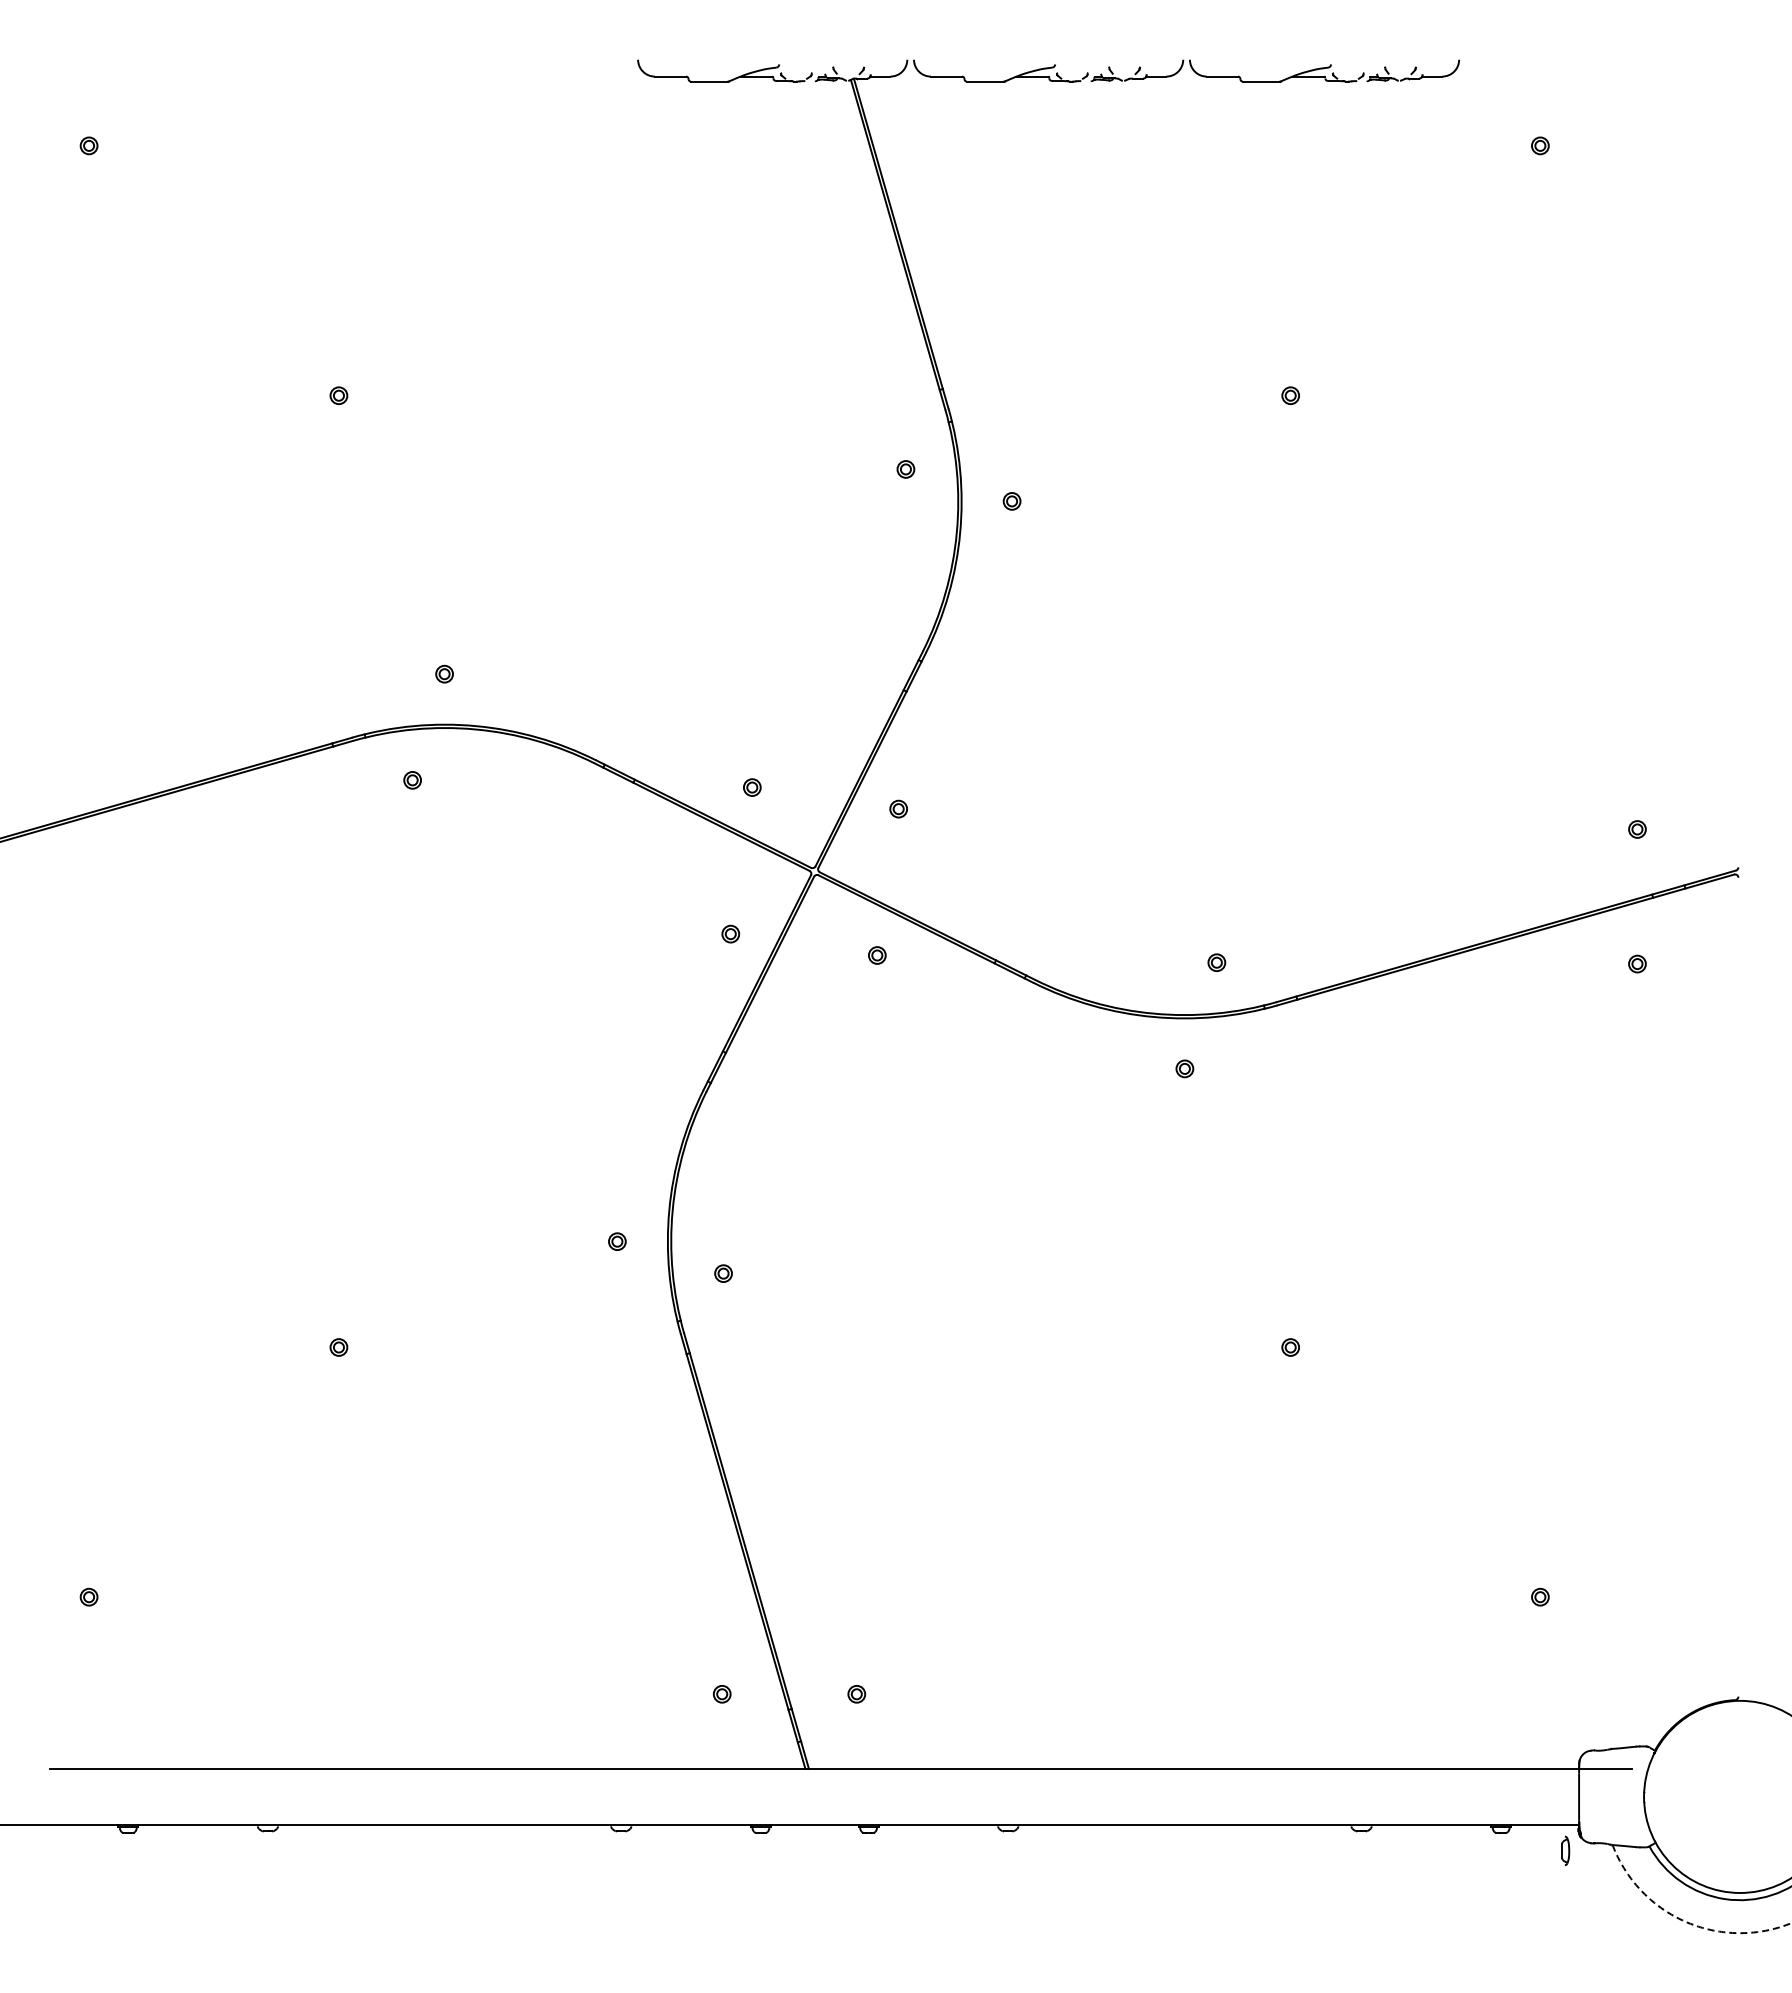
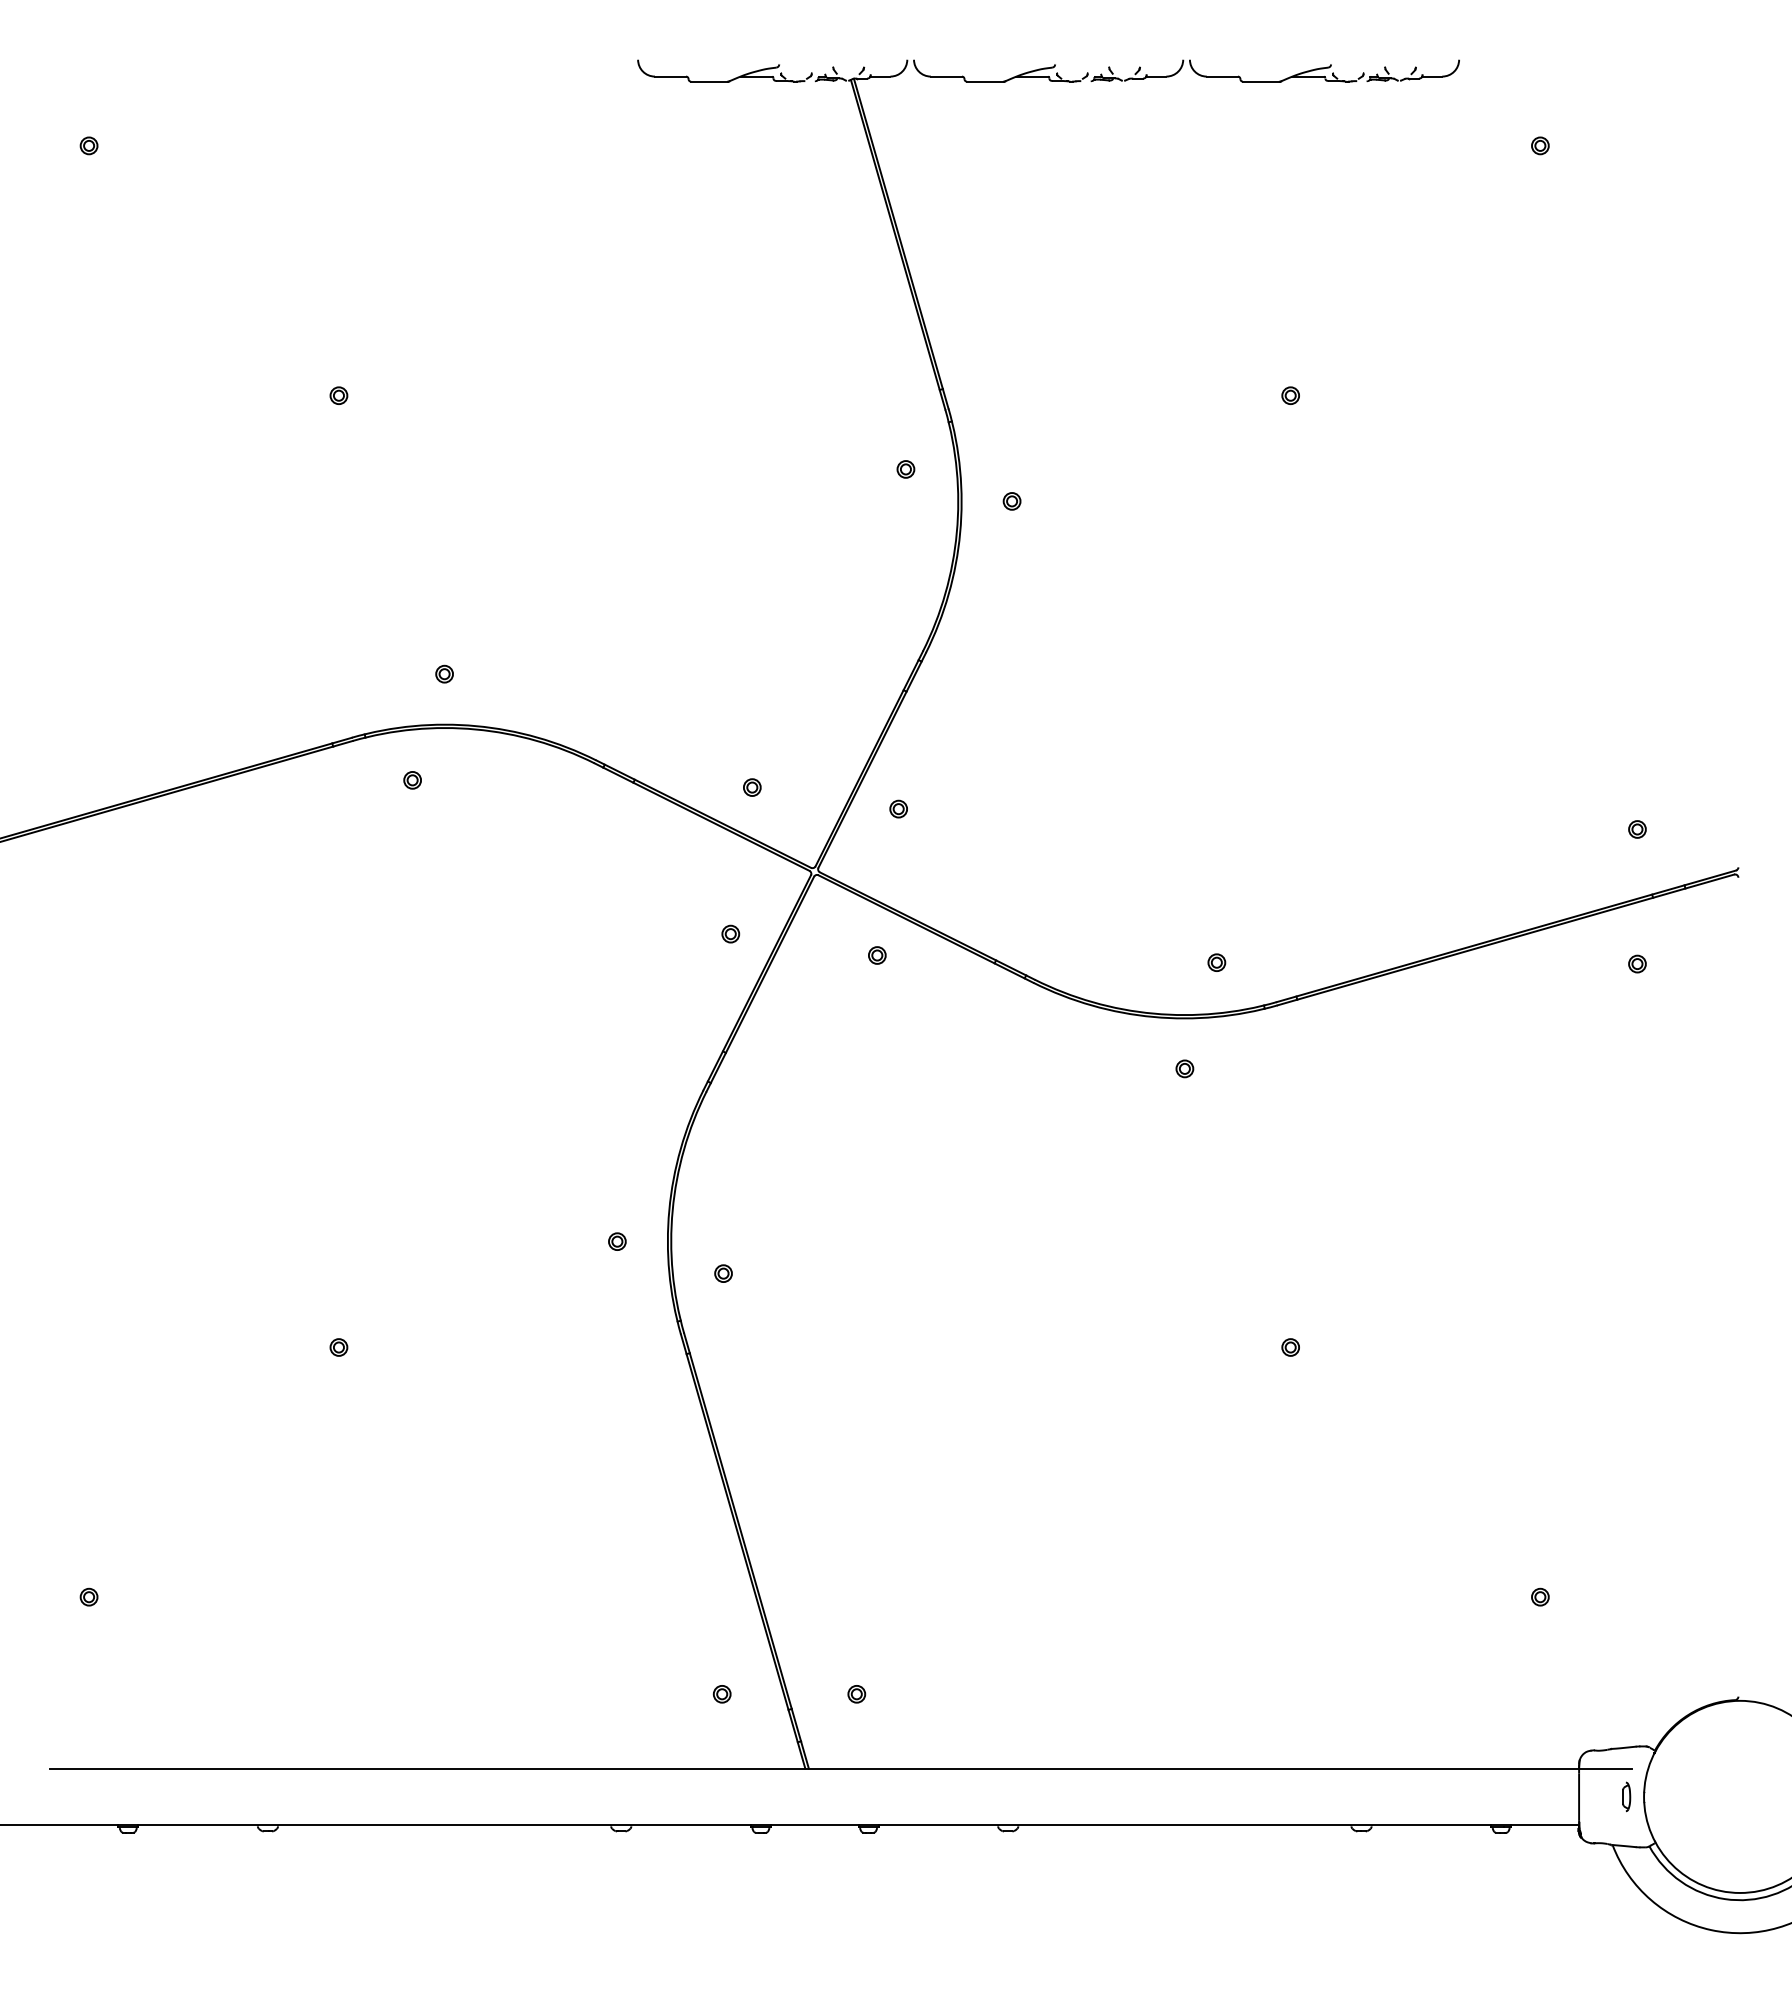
part at (1565, 1850) position: (1565, 1850) -> (1626, 1796)
arc at (1685, 1921): dashed -> solid
